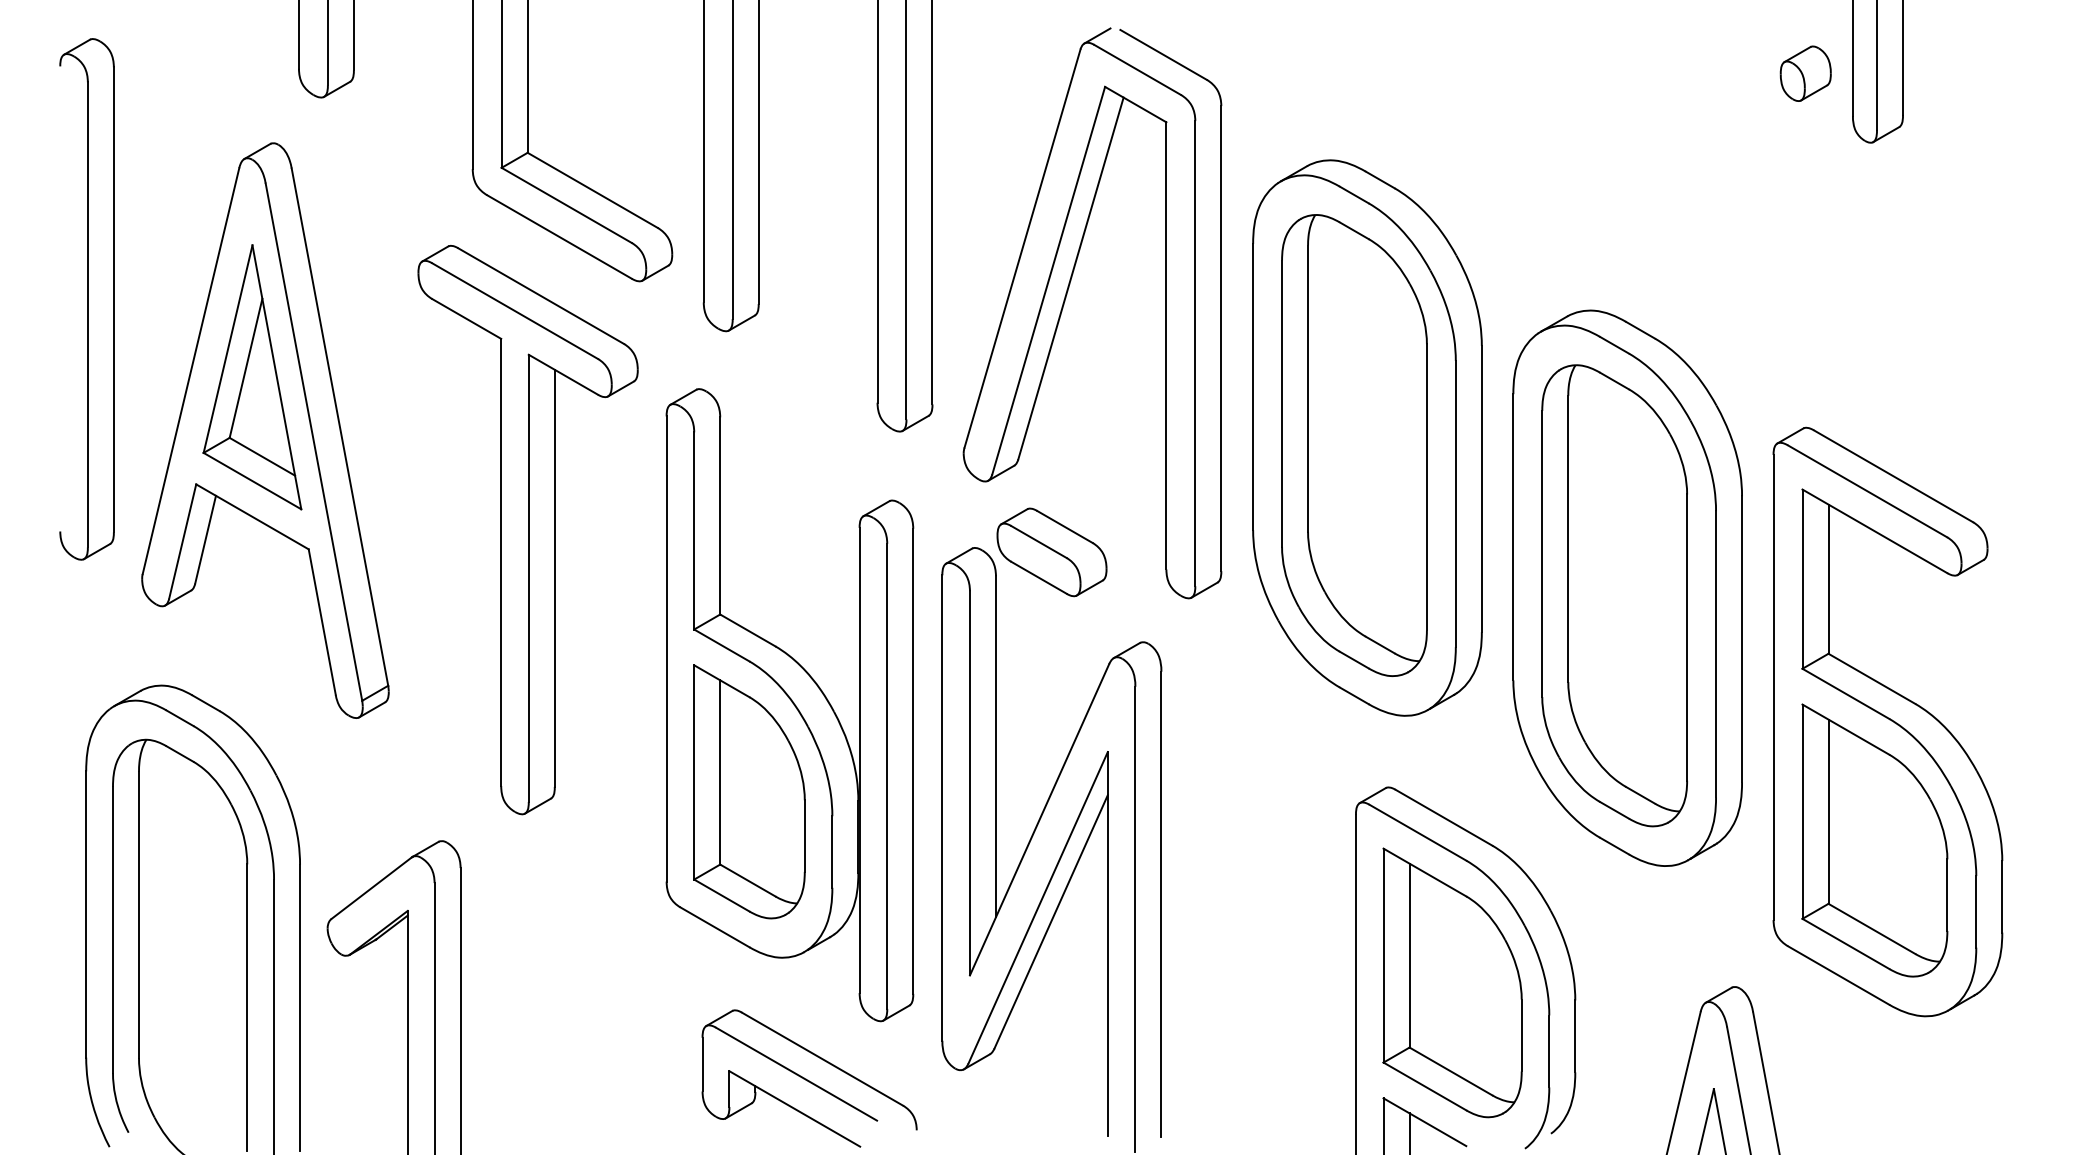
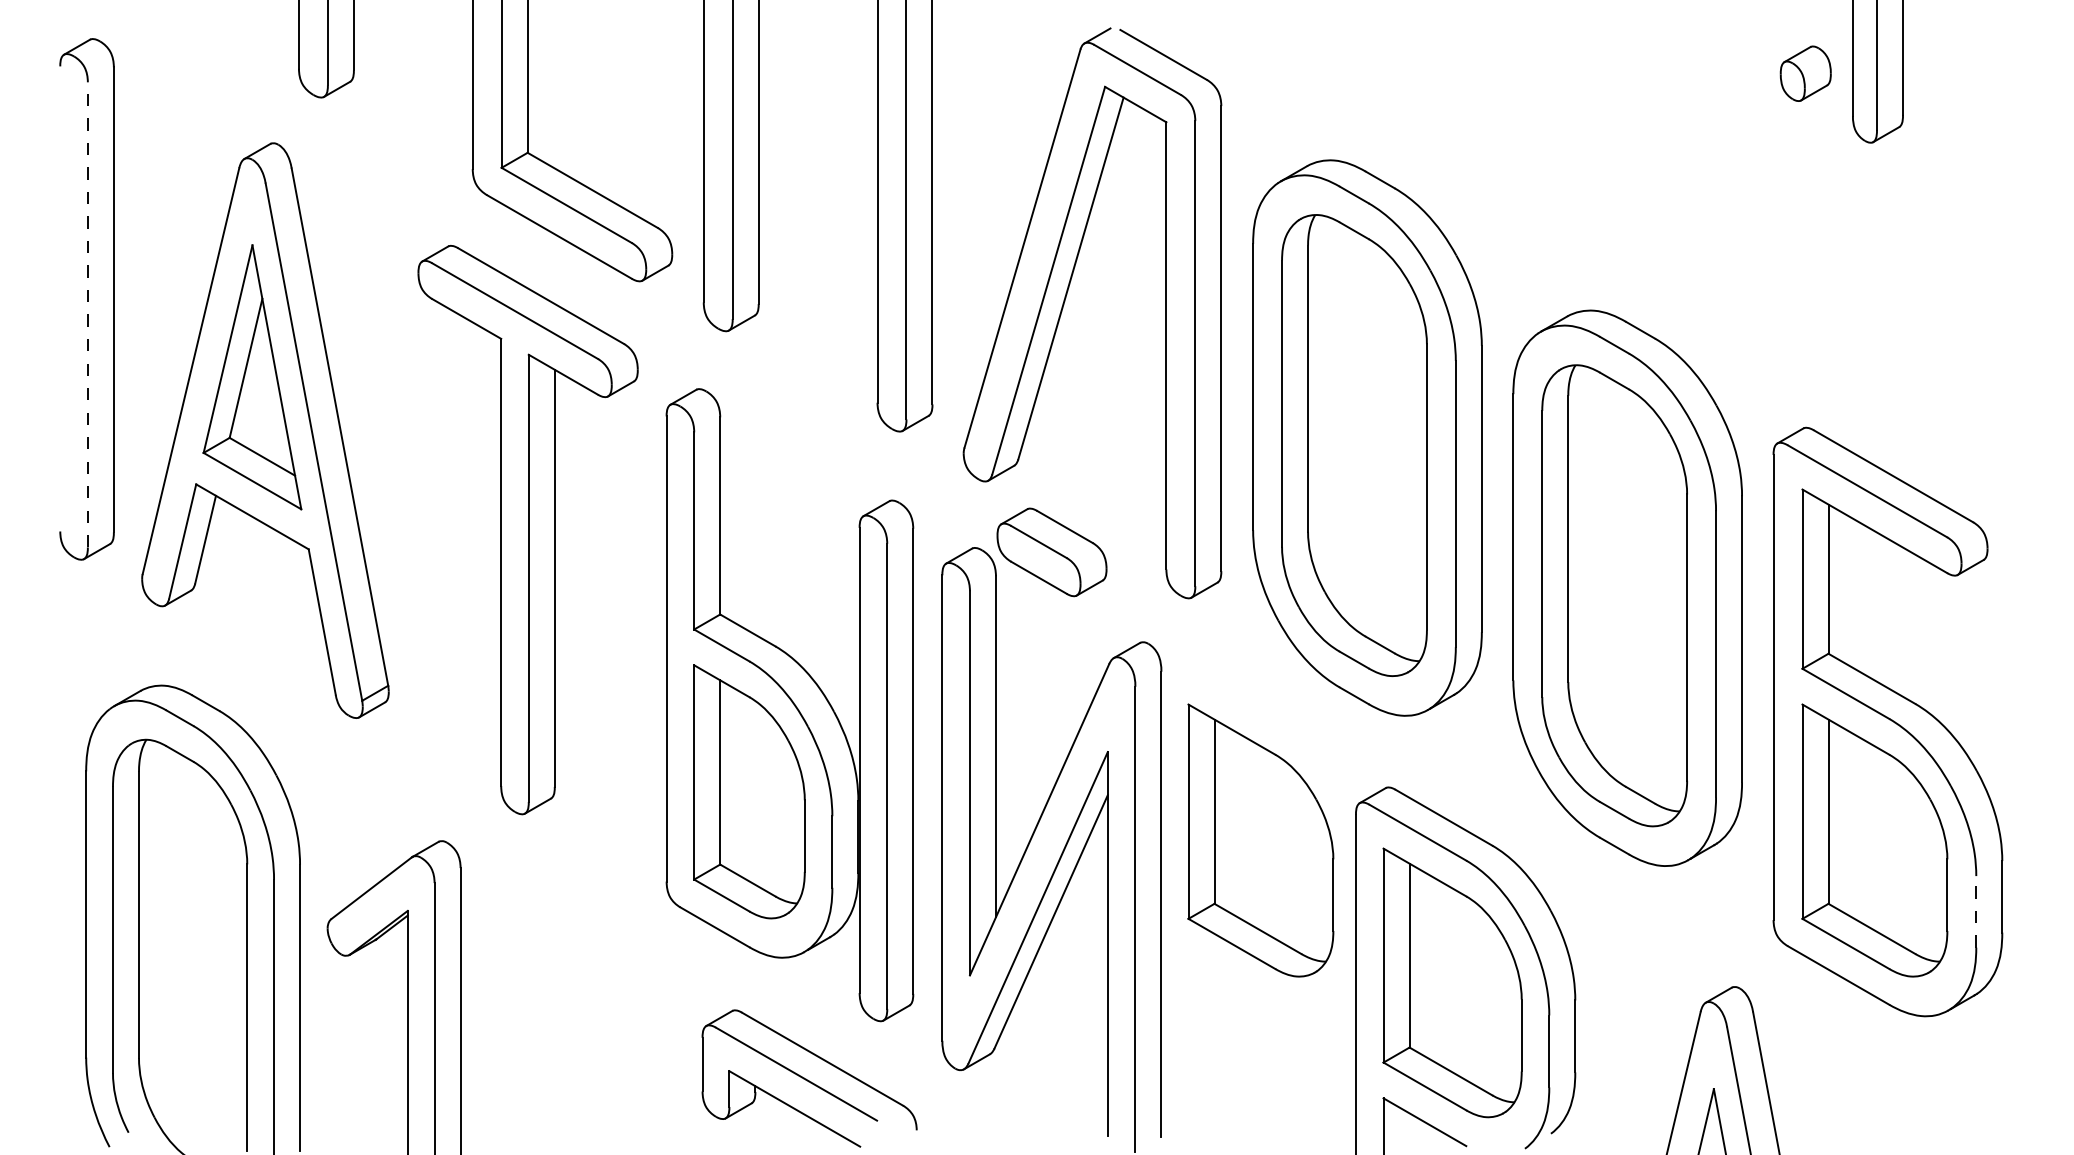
line at (87, 314): solid -> dashed
part at (1260, 840): none -> present
line at (1976, 911): solid -> dashed
line at (1409, 1132): present -> none
